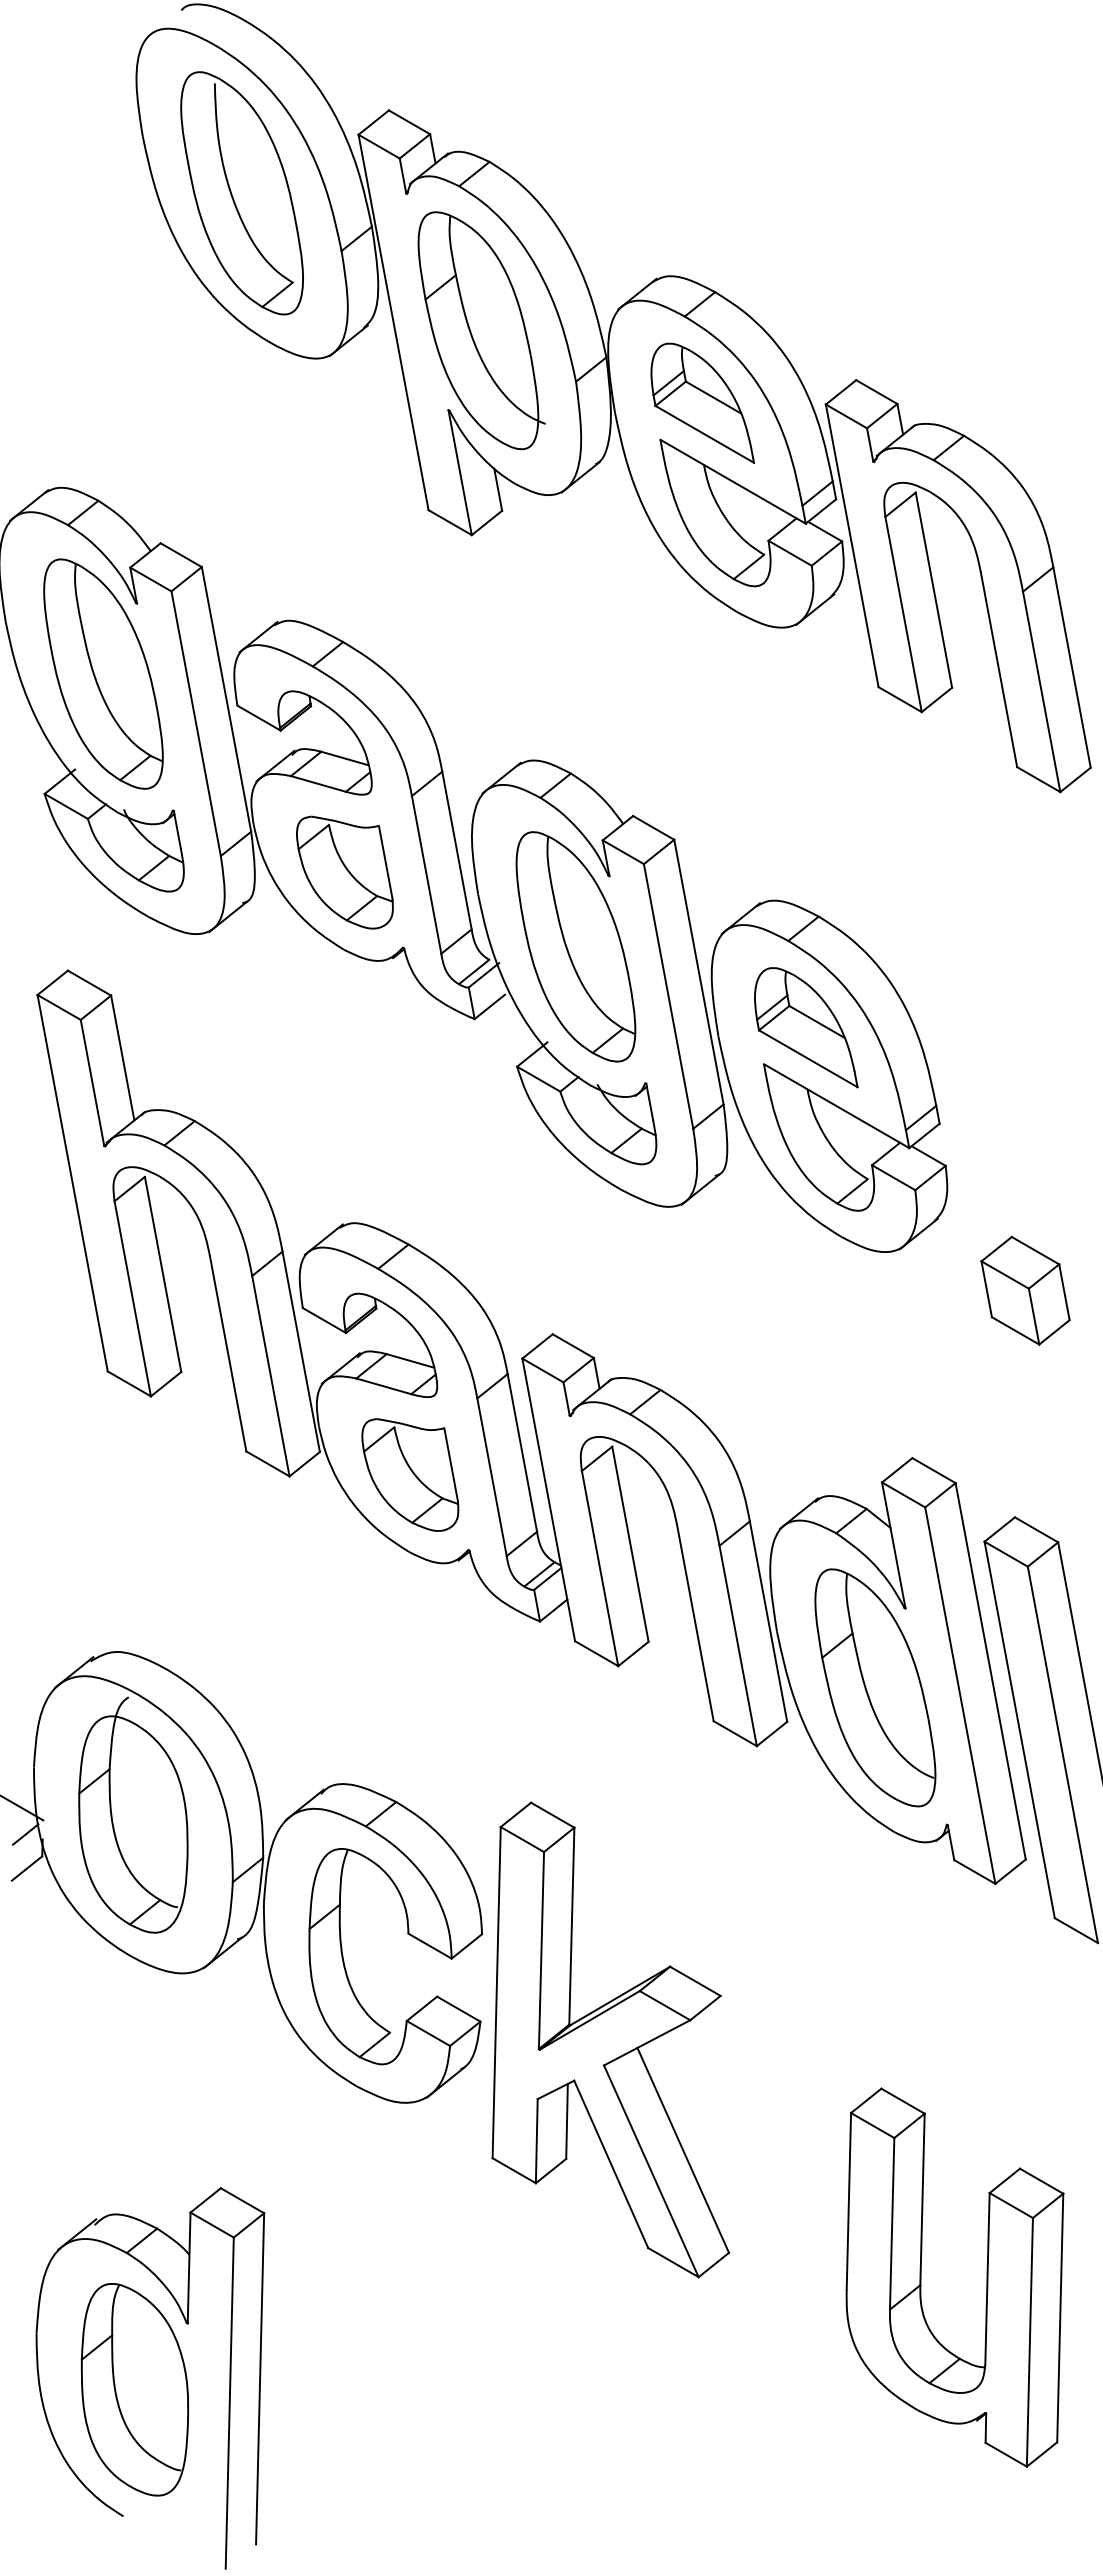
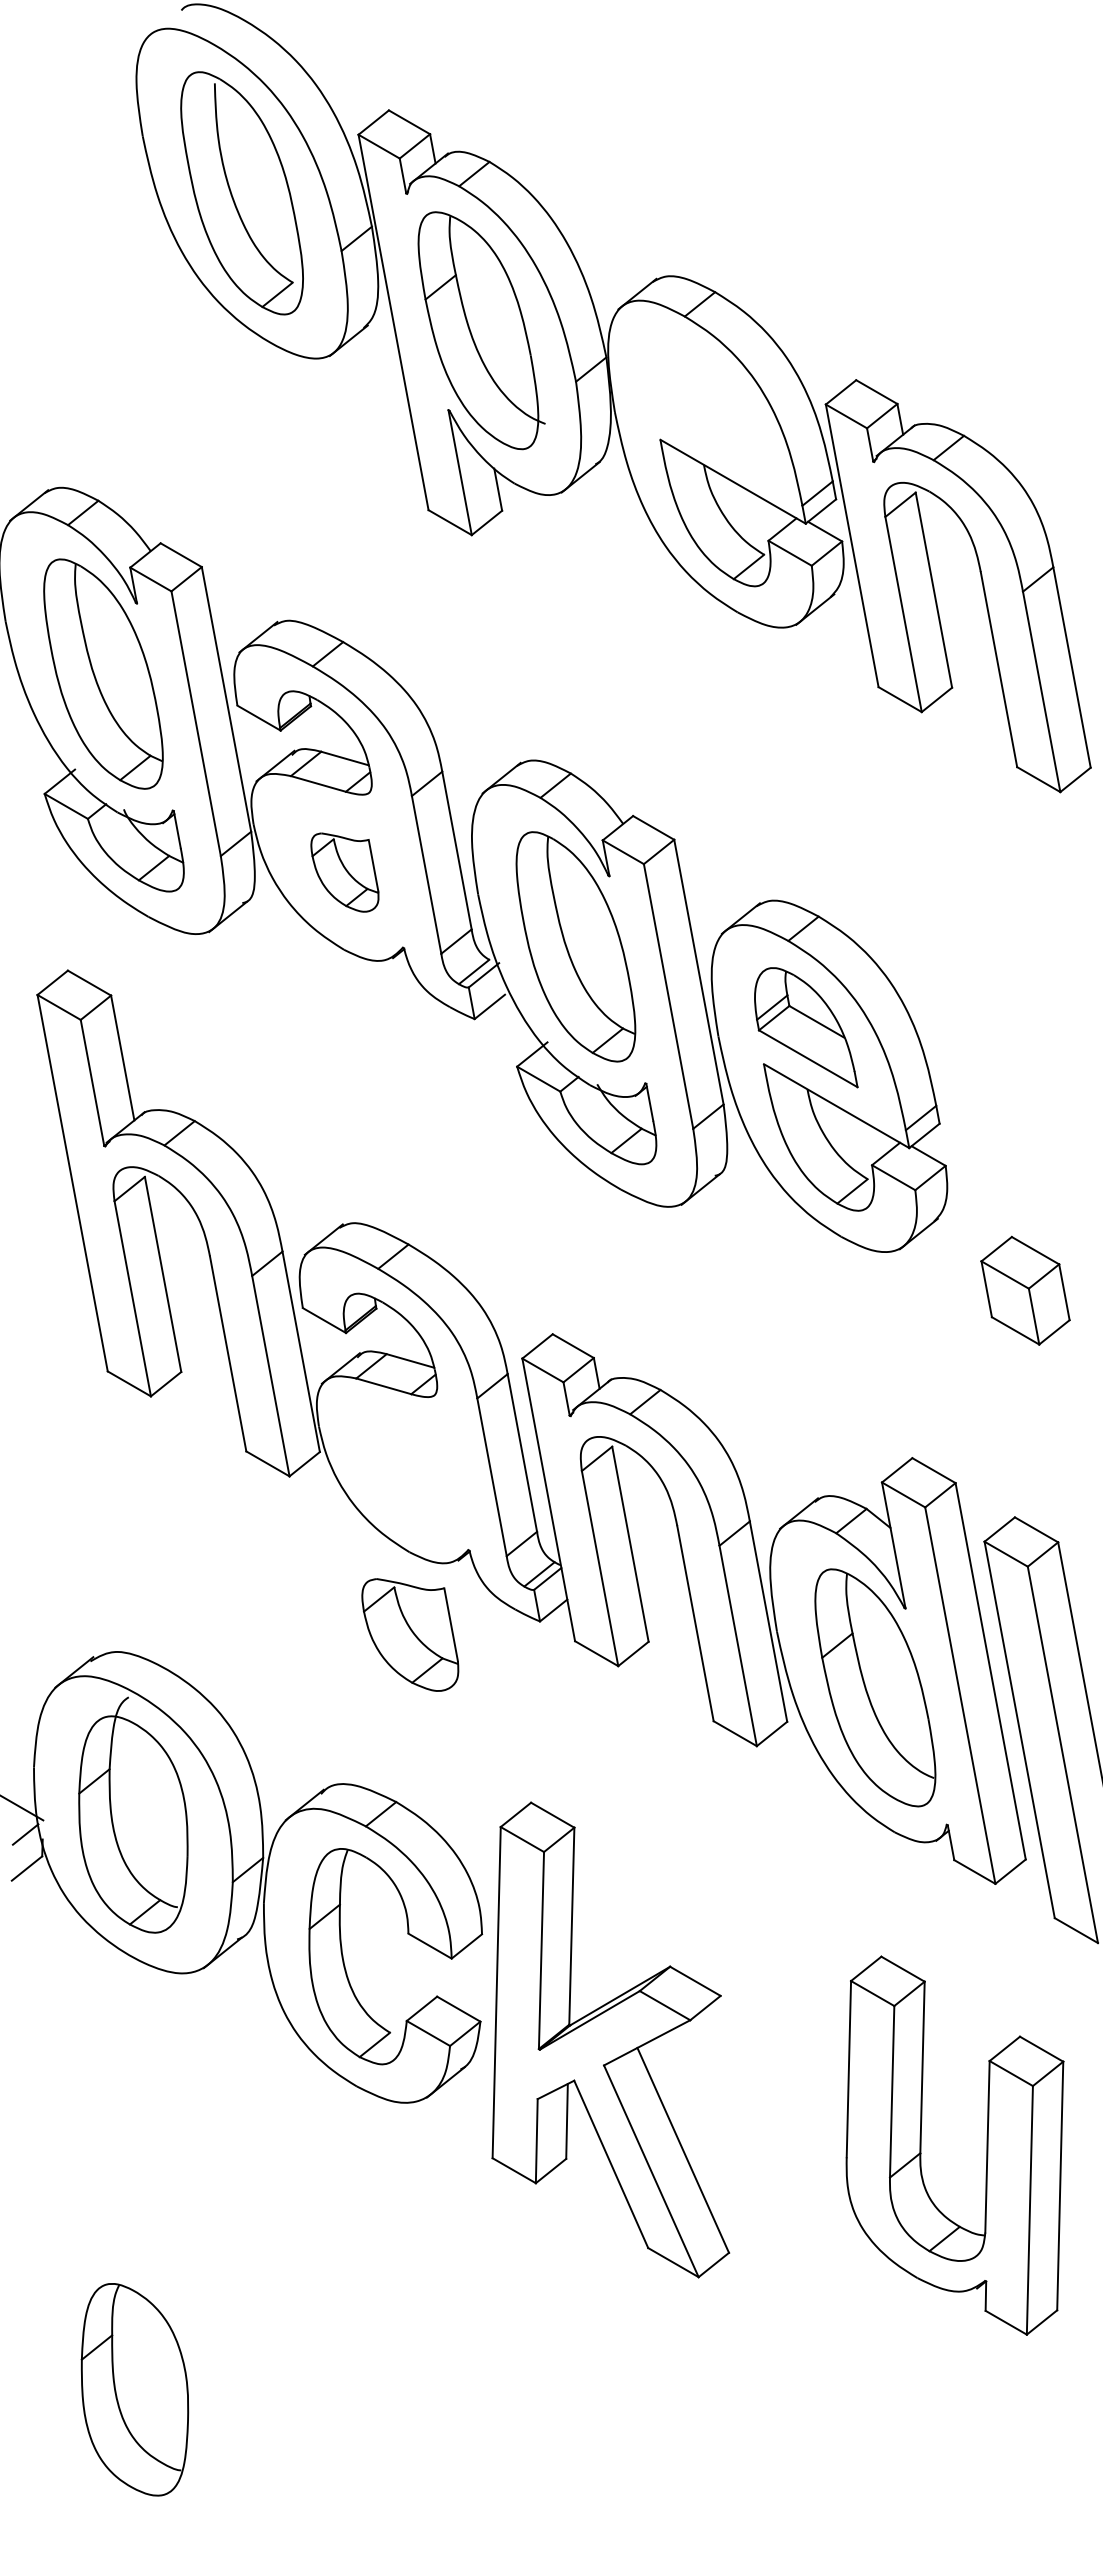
part at (702, 402): present -> none
part at (344, 872) size: 98x115 px -> 70x81 px
part at (410, 1474) position: (410, 1474) -> (410, 1634)
part at (986, 2277) position: (986, 2277) -> (986, 2145)
part at (185, 2323): present -> none
